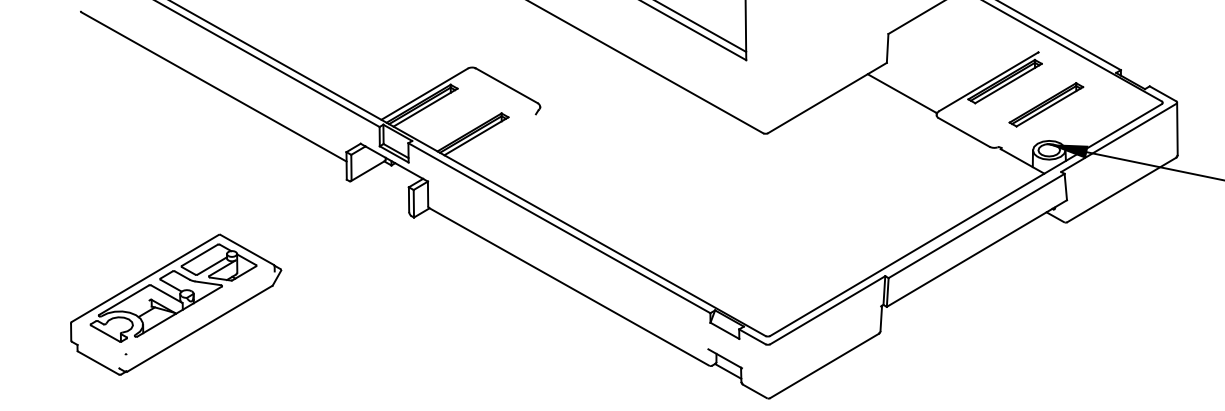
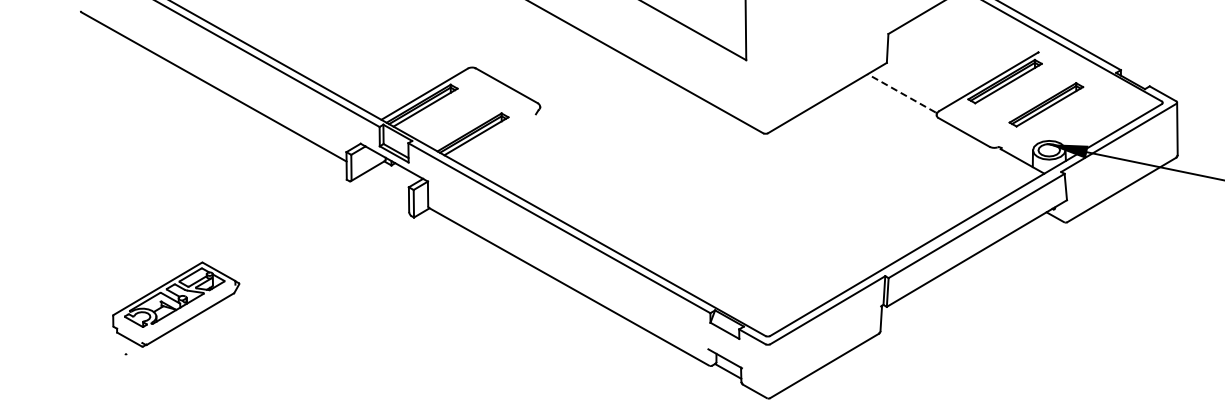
line at (701, 26): present -> none
line at (901, 93): solid -> dashed
part at (176, 304) size: 213x143 px -> 129x87 px
